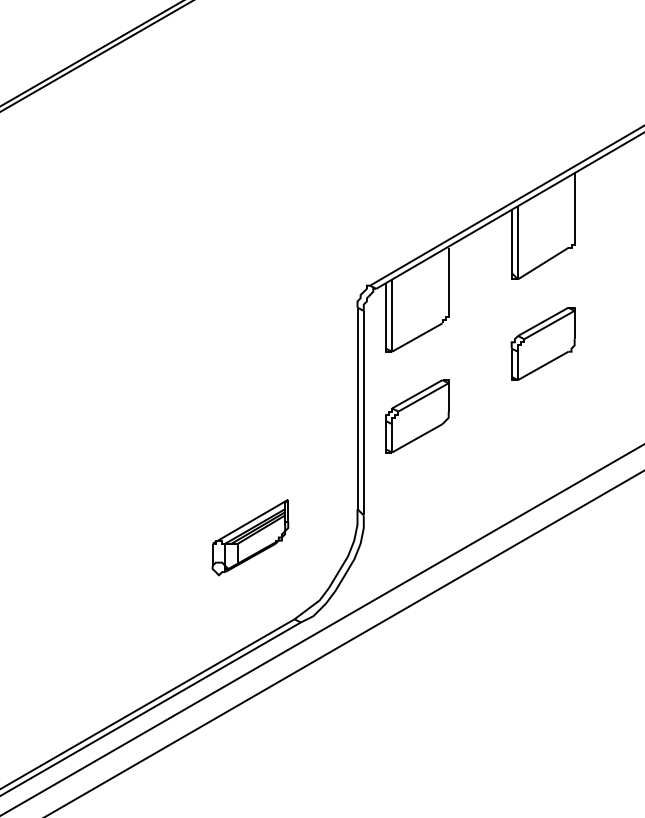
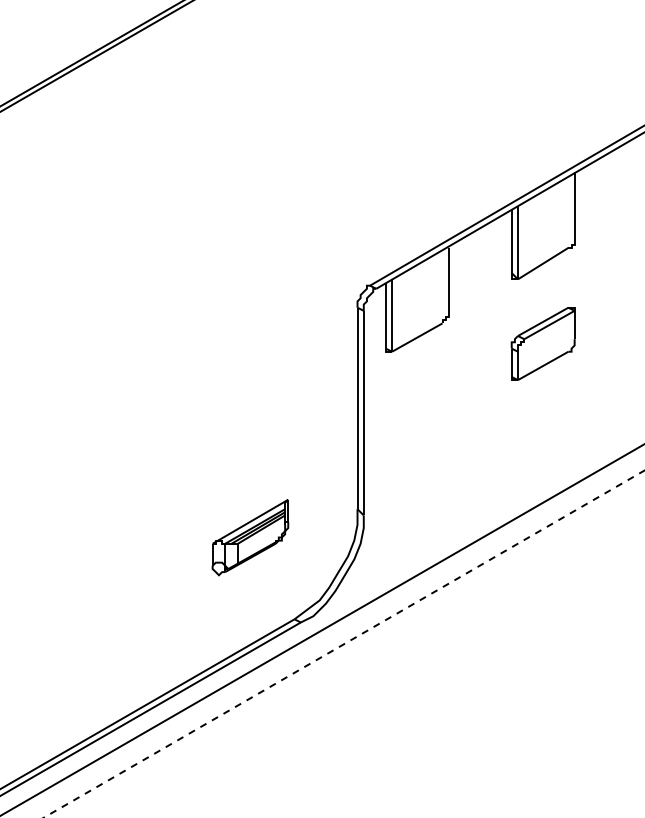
part at (417, 416): present -> none
line at (343, 644): solid -> dashed
